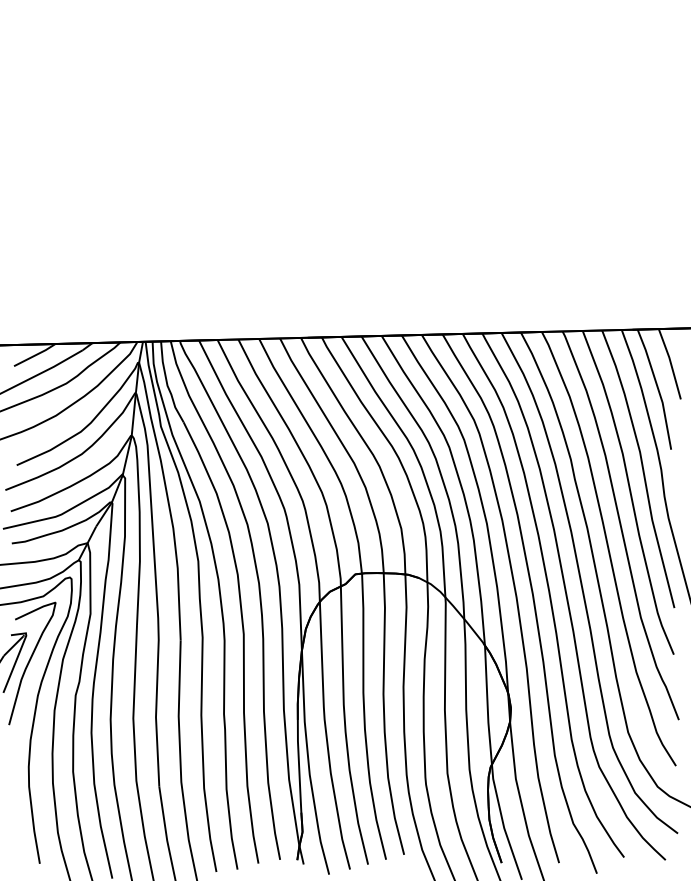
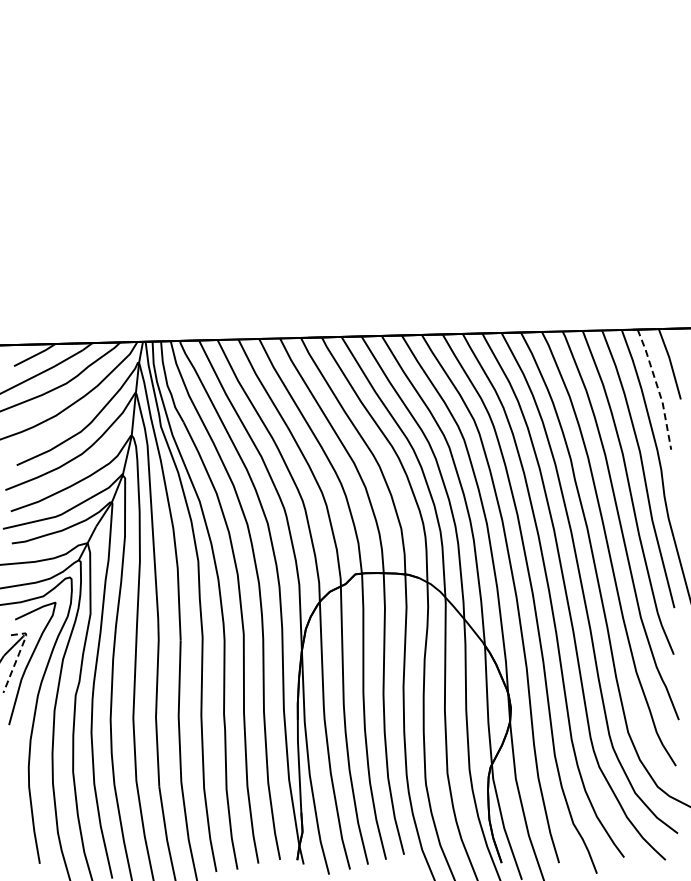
line at (658, 388): solid -> dashed
line at (18, 655): solid -> dashed
